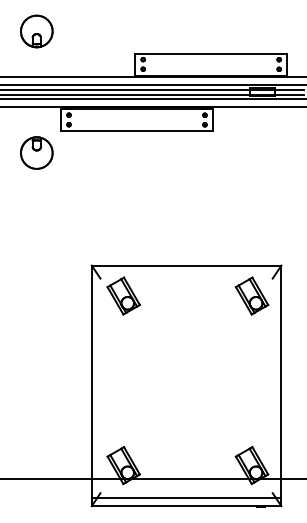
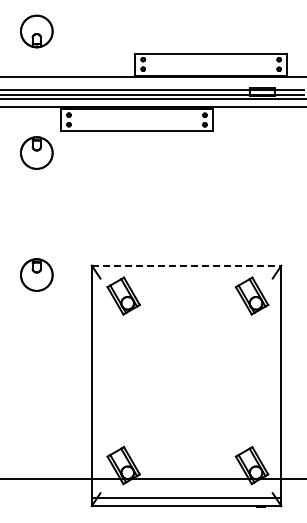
line at (152, 85): present -> none
line at (186, 265): solid -> dashed
part at (36, 274): none -> present
